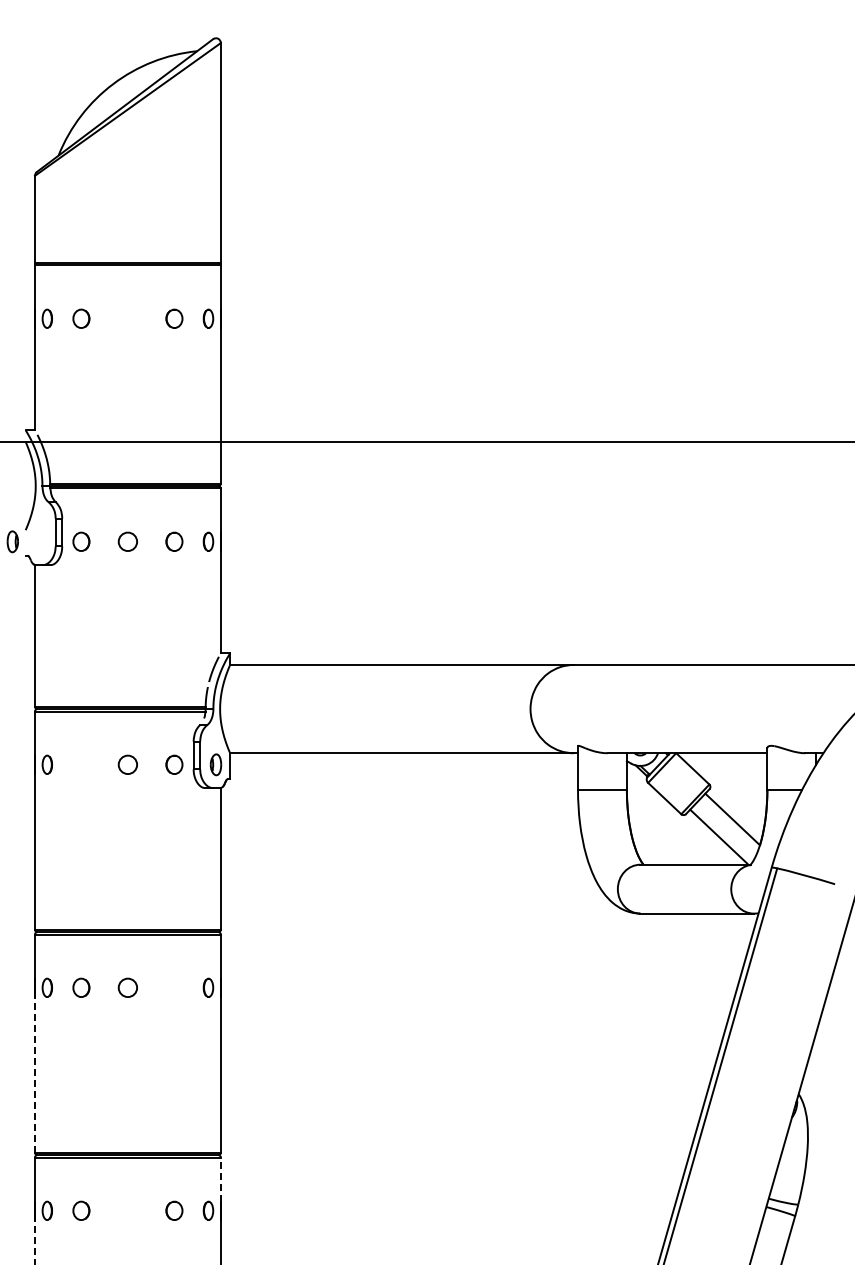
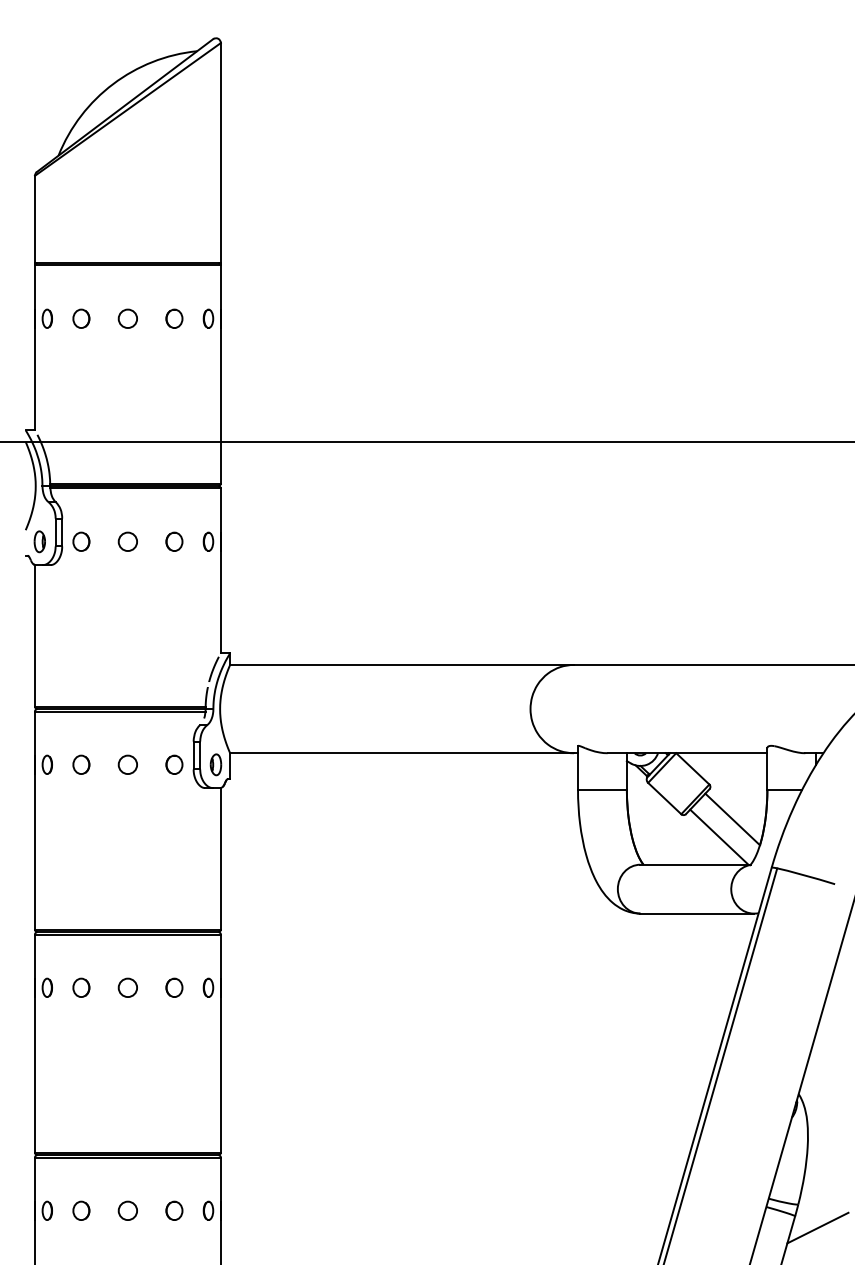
circle at (127, 318): none -> present
part at (12, 541) position: (12, 541) -> (39, 541)
part at (81, 764): none -> present
part at (174, 987): none -> present
line at (35, 1074): dashed -> solid
line at (220, 1179): dashed -> solid
circle at (127, 1210): none -> present
line at (817, 1227): none -> present
line at (35, 1242): dashed -> solid
